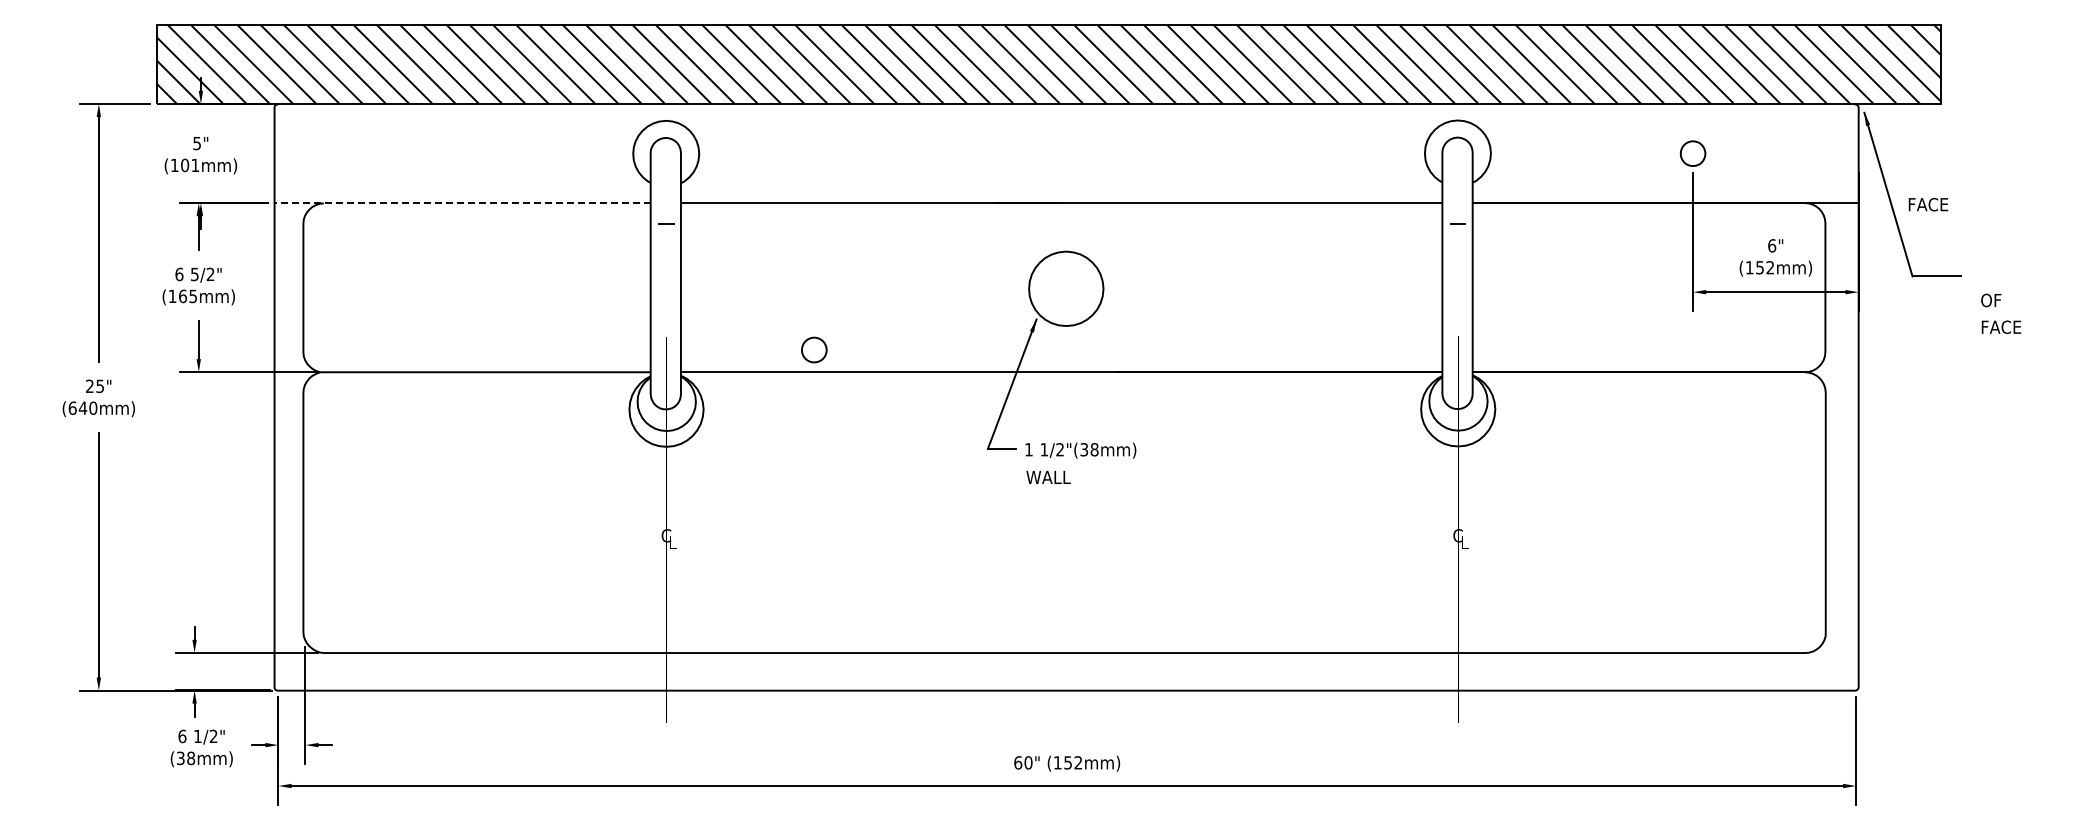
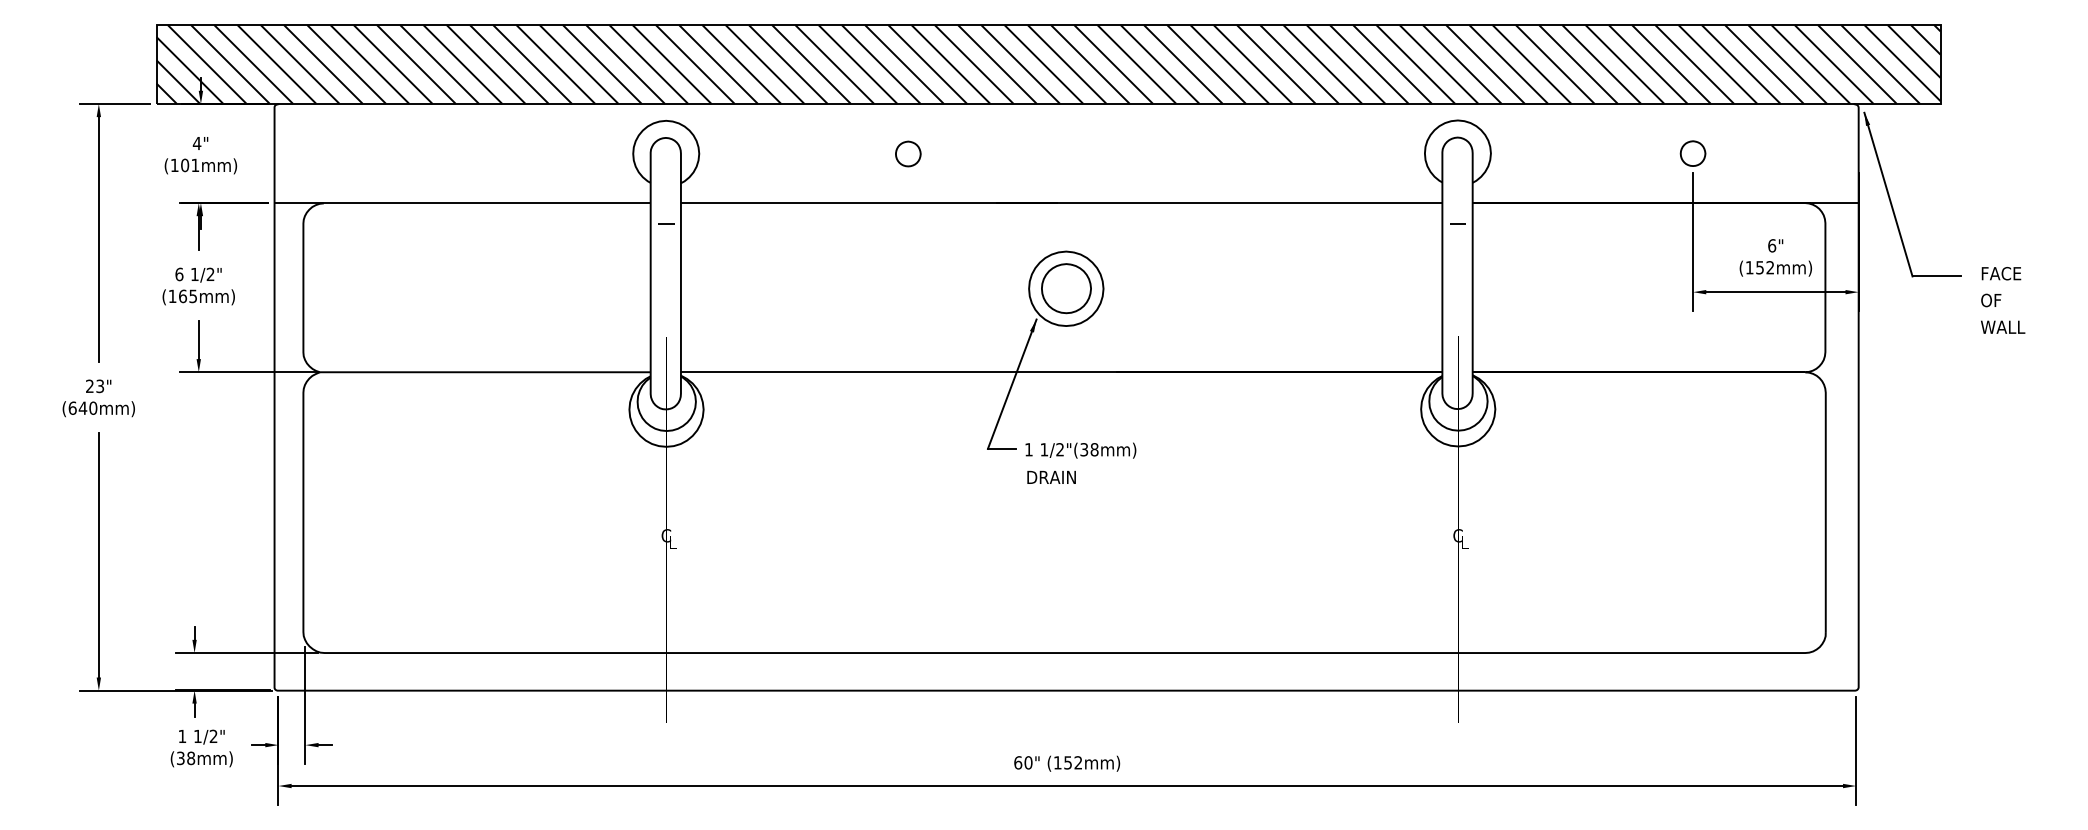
text at (196, 143): 5" -> 4"
line at (462, 203): dashed -> solid
text at (1928, 204) position: (1928, 204) -> (2001, 273)
text at (194, 274): 5/2" -> 1/2"
part at (1066, 288): none -> present
text at (2003, 327): FACE -> WALL
part at (814, 349) position: (814, 349) -> (908, 153)
text at (100, 385): 25" -> 23"
text at (1050, 476): WALL -> DRAIN
text at (182, 736): 6 -> 1
